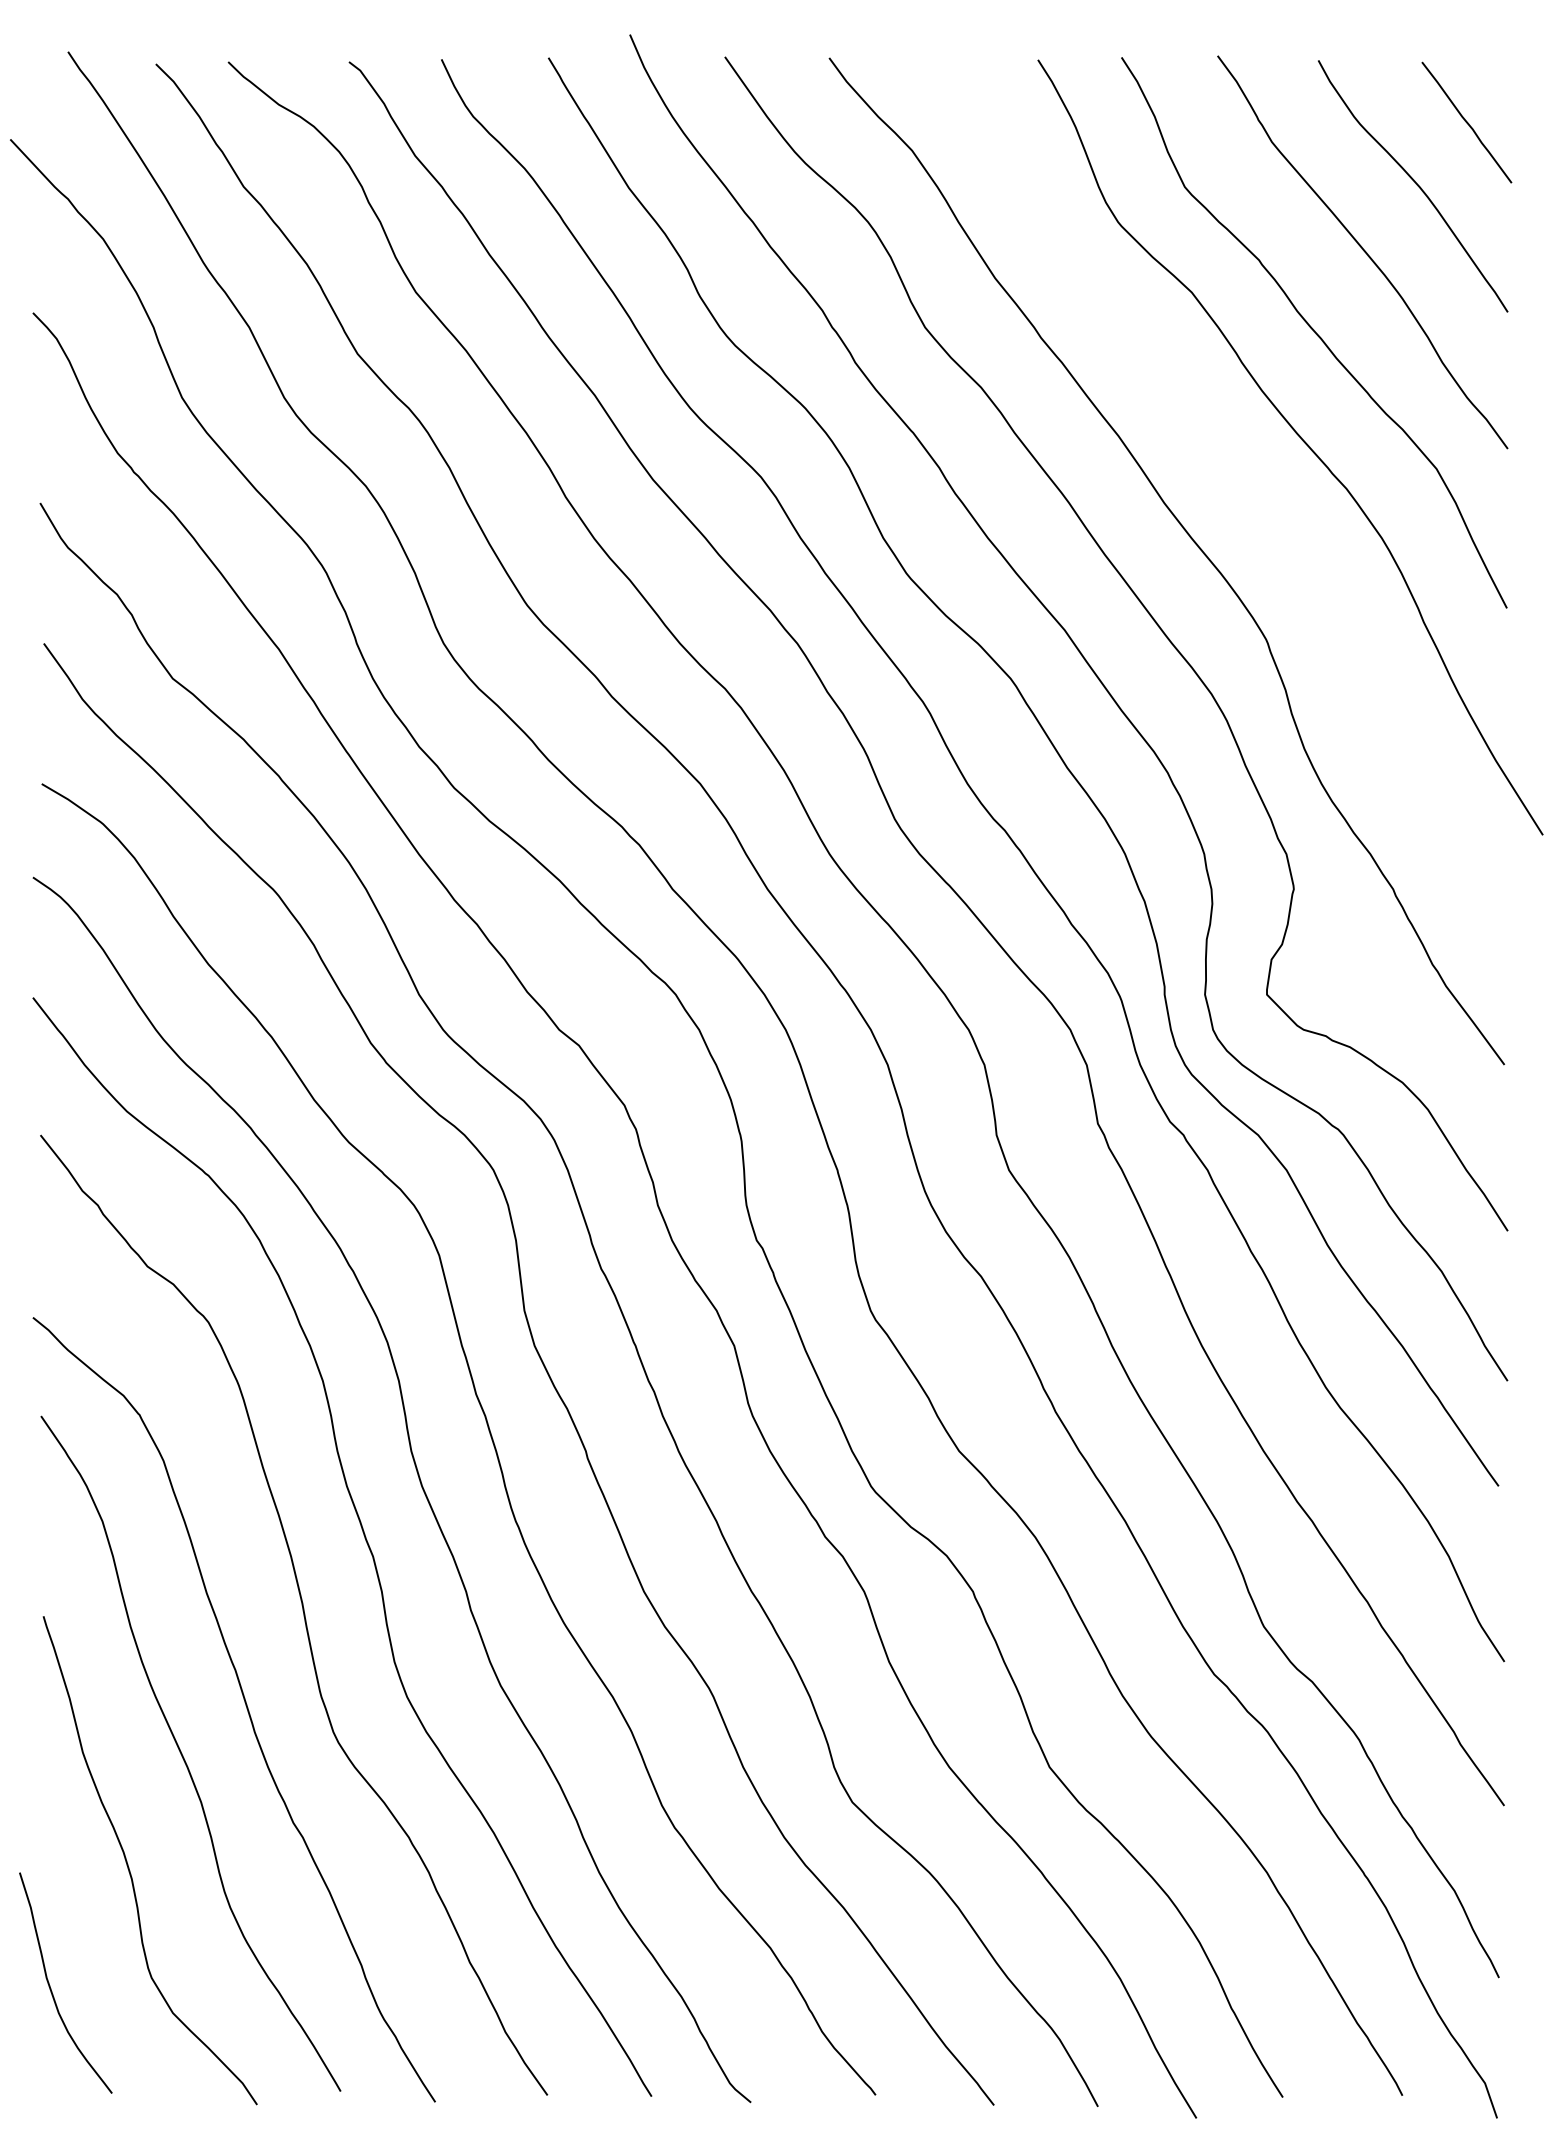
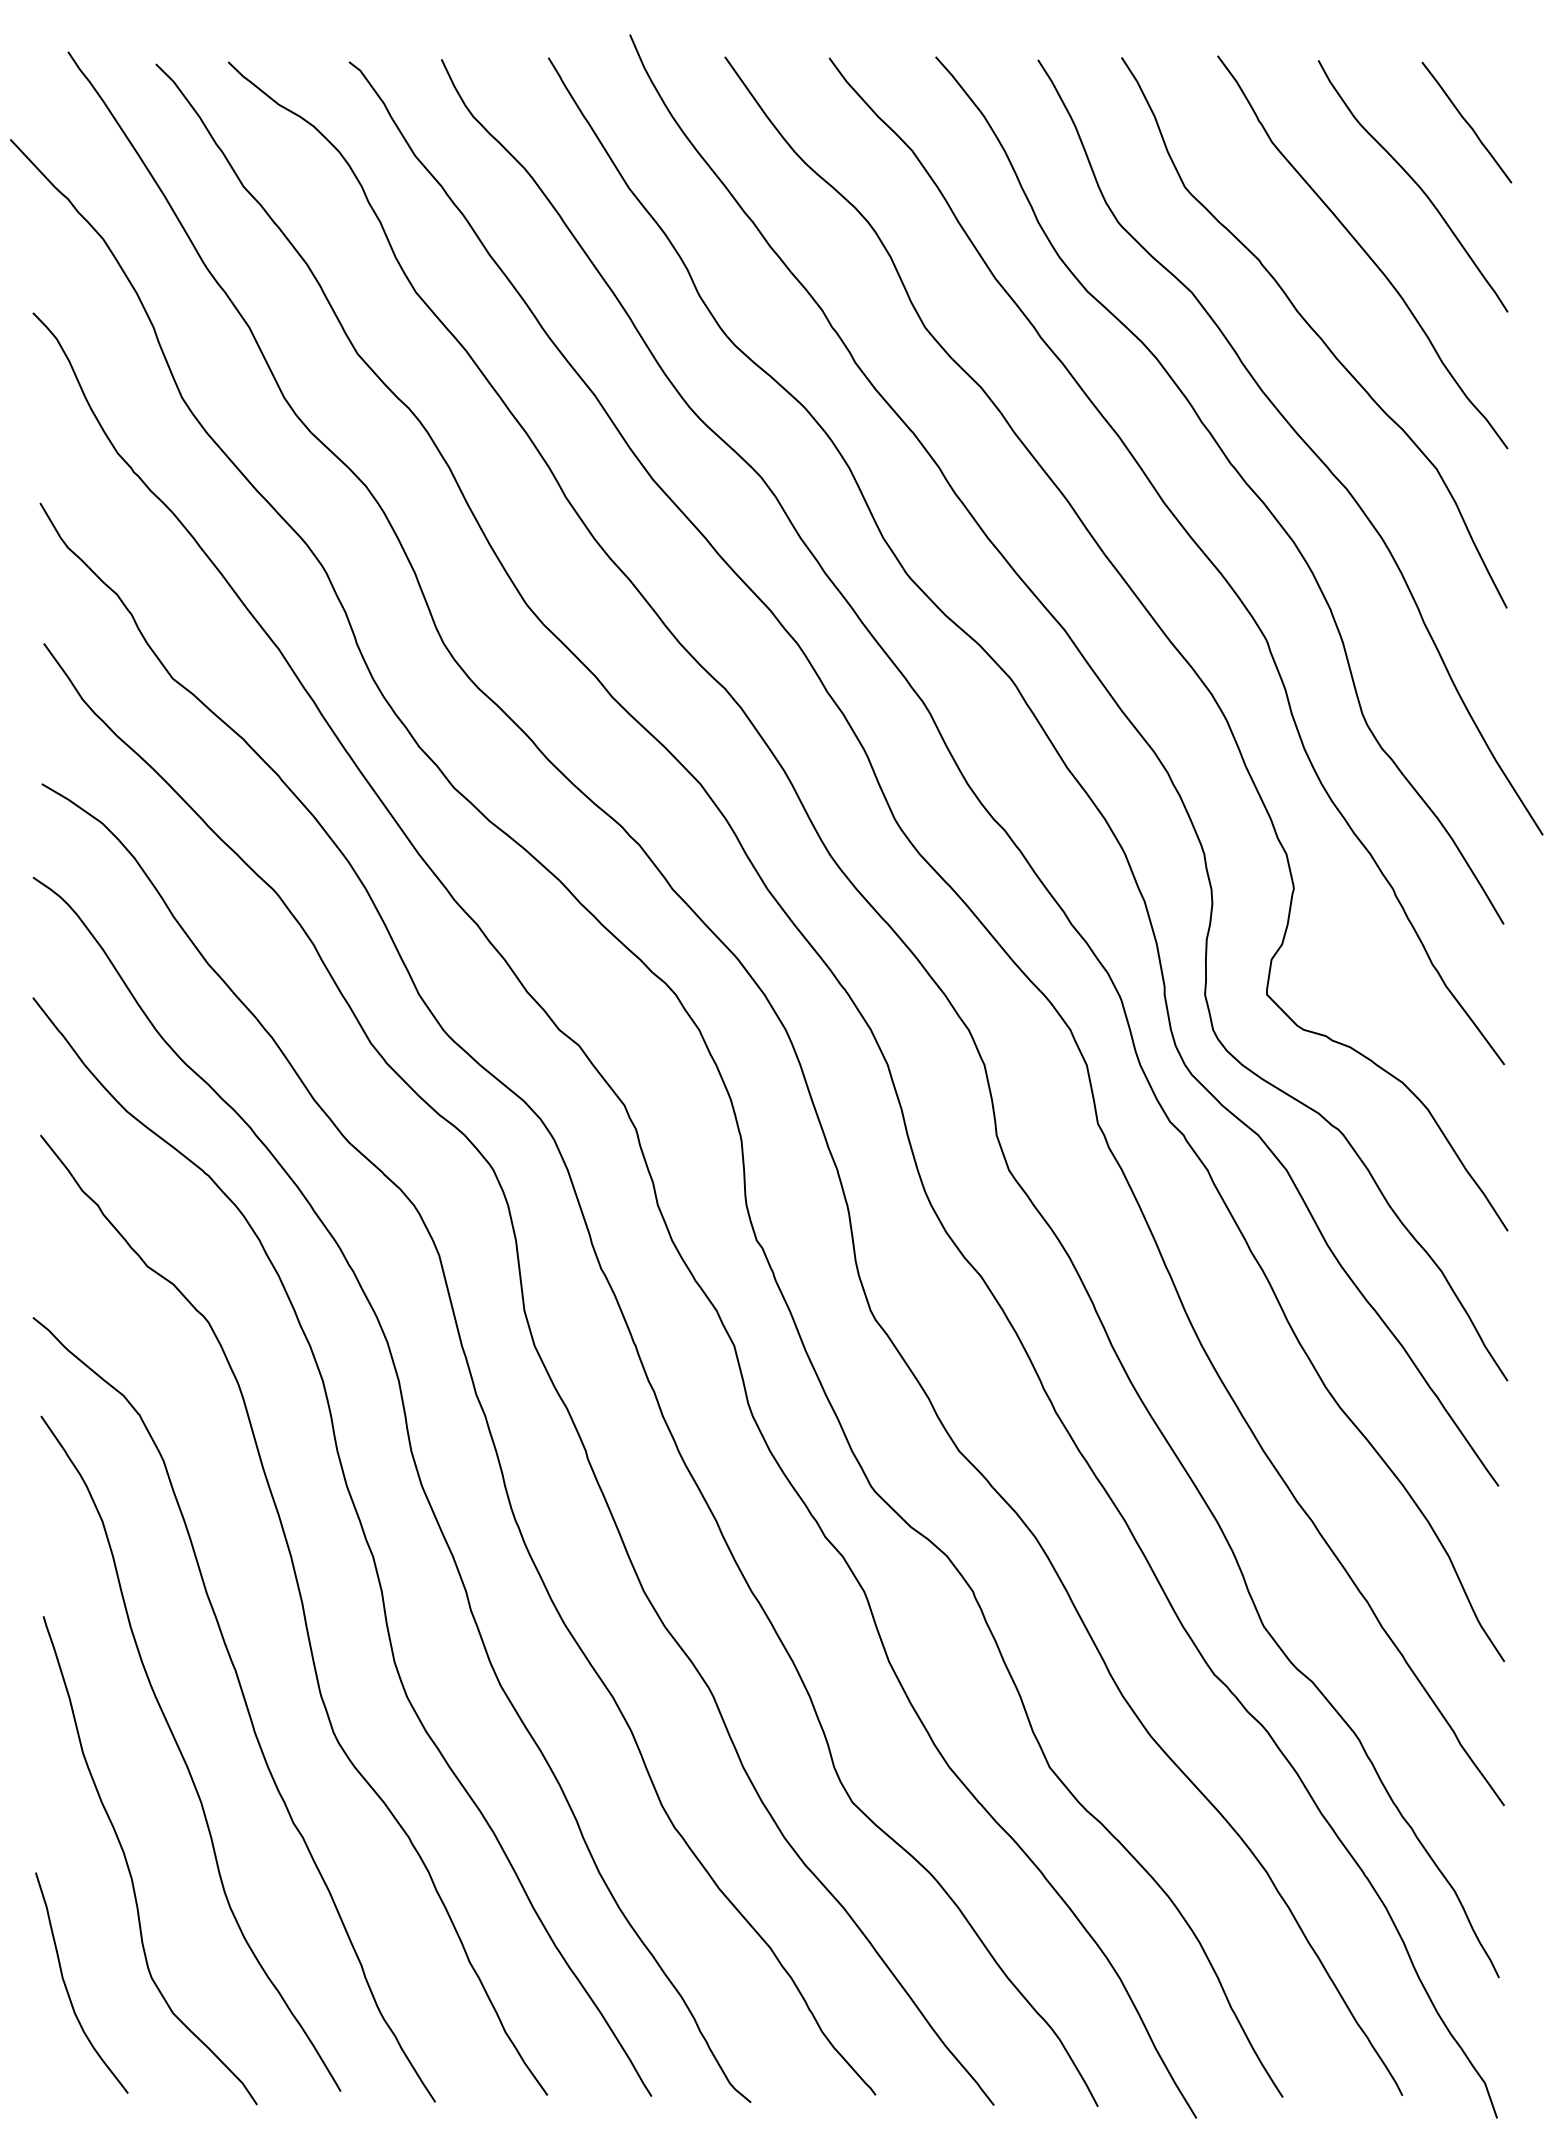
curve at (1239, 476): none -> present
curve at (51, 1988) position: (51, 1988) -> (67, 1988)
